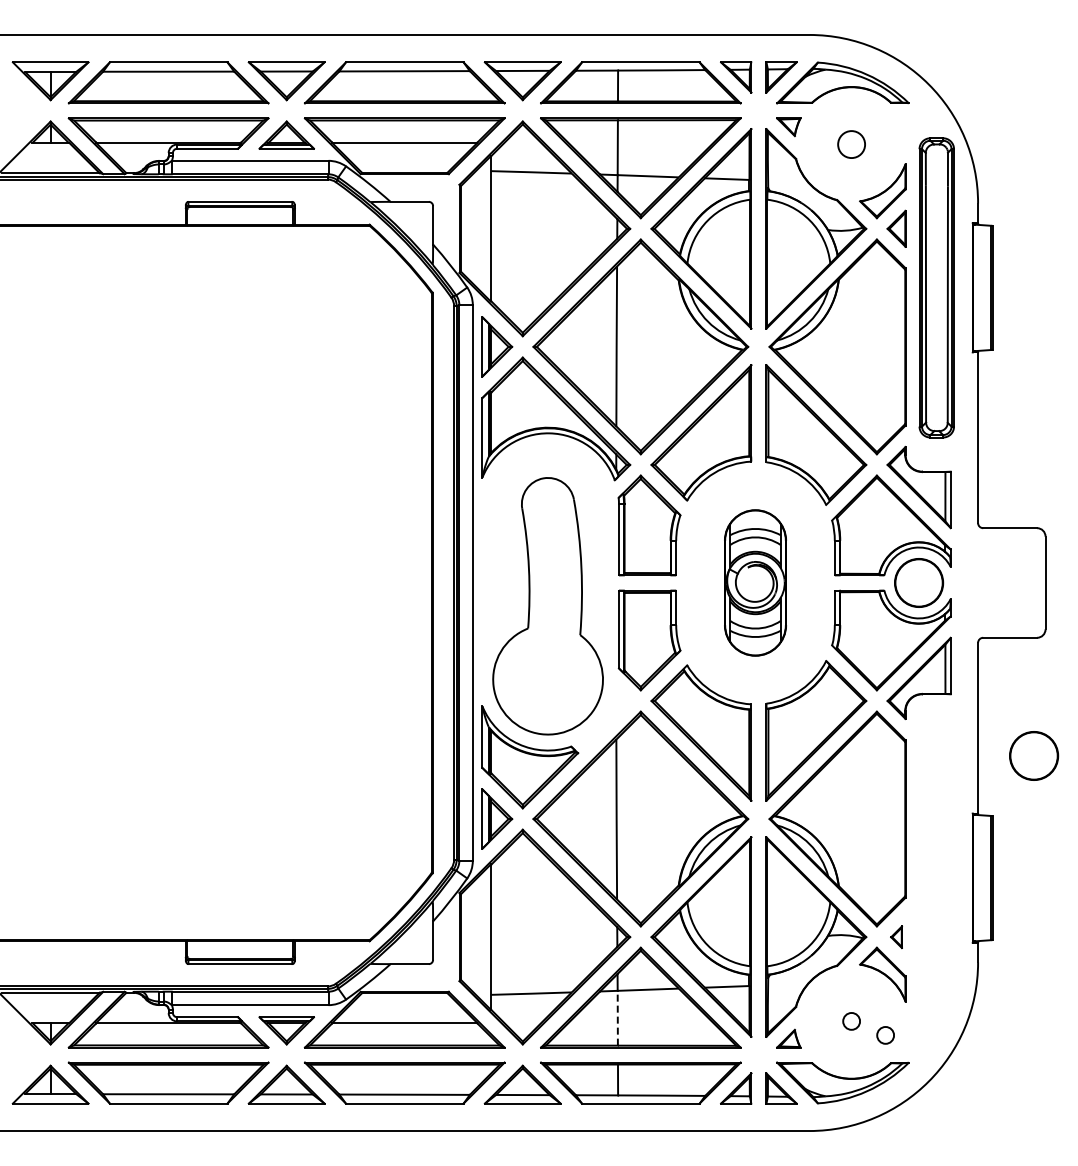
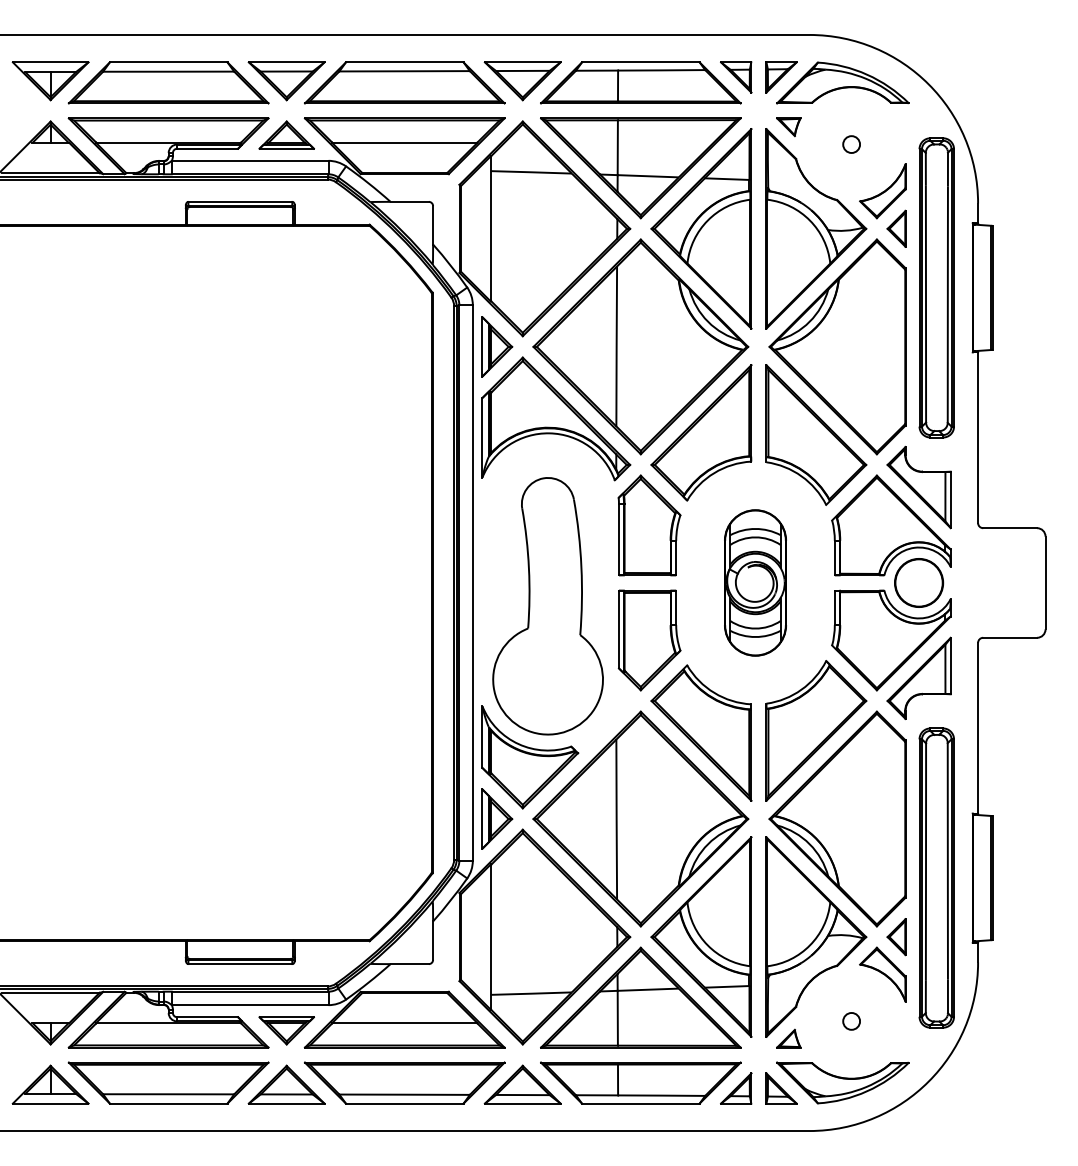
circle at (851, 144) diameter: 27 px -> 17 px
circle at (1034, 755): present -> none
part at (936, 877): none -> present
part at (896, 937) size: 13x25 px -> 21x39 px
line at (617, 1017): dashed -> solid
circle at (885, 1035): present -> none
